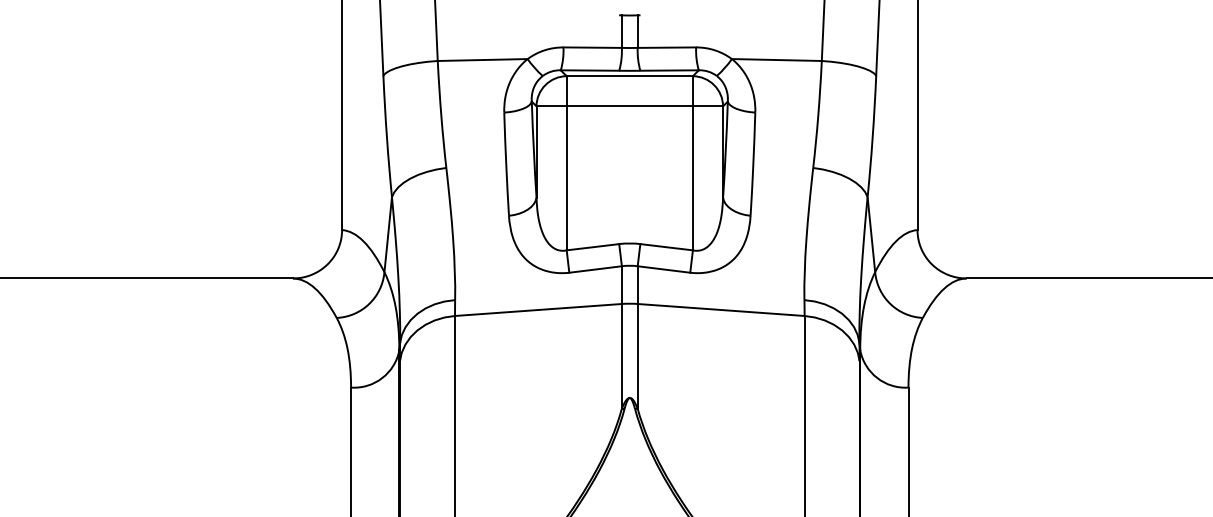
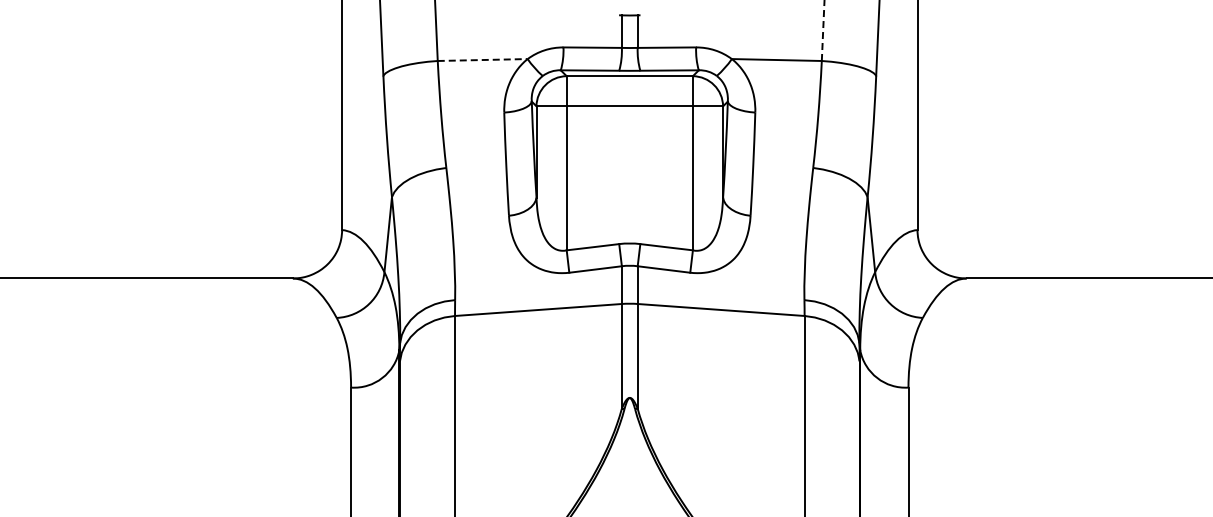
line at (823, 30): solid -> dashed
line at (482, 60): solid -> dashed
